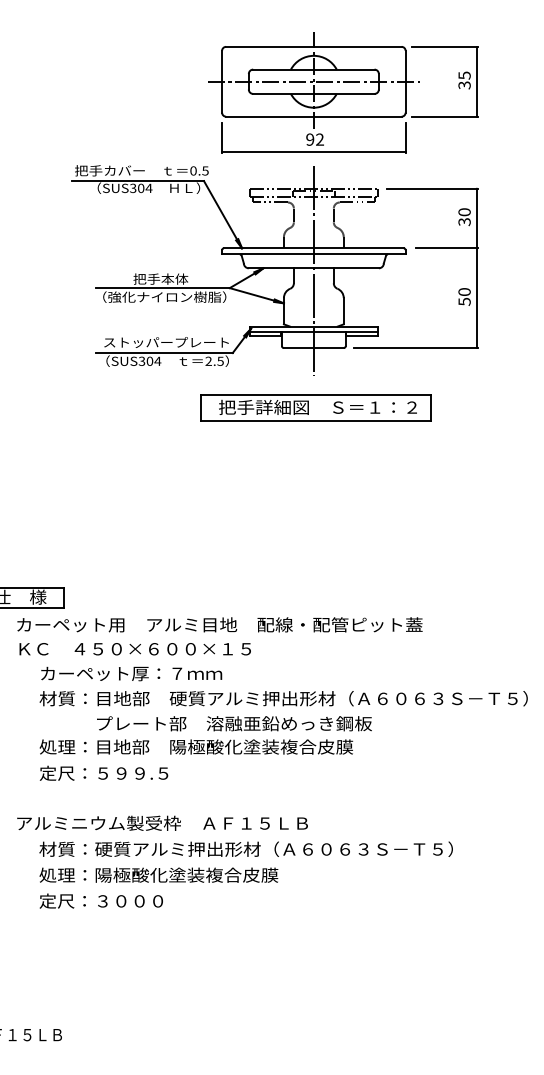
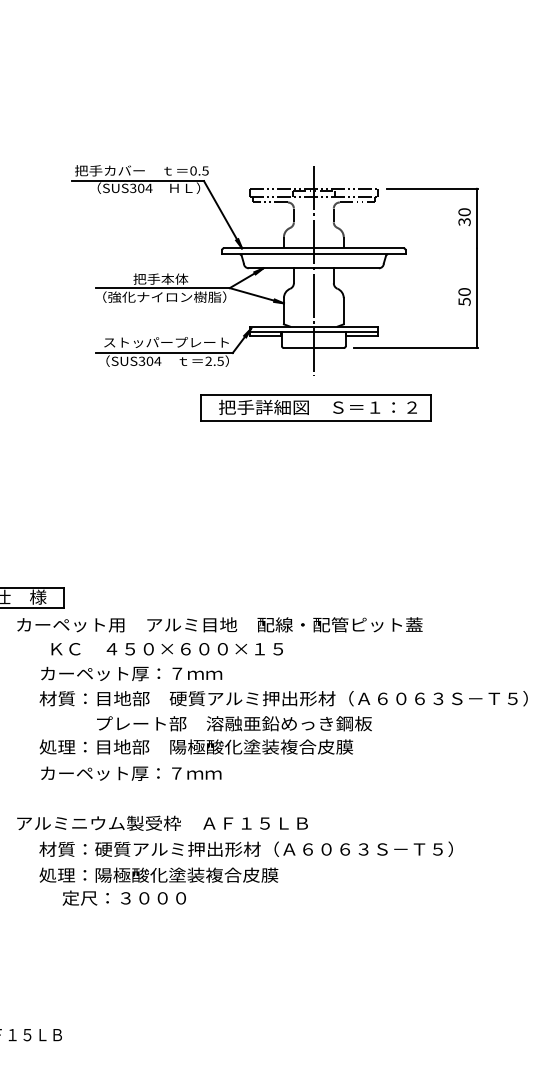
part at (343, 92): present -> none
line at (446, 248): present -> none
text at (134, 649) position: (134, 649) -> (166, 649)
text at (130, 772): 定尺：５９９.５ -> カーペット厚：７ｍｍ
text at (100, 900) position: (100, 900) -> (123, 897)
